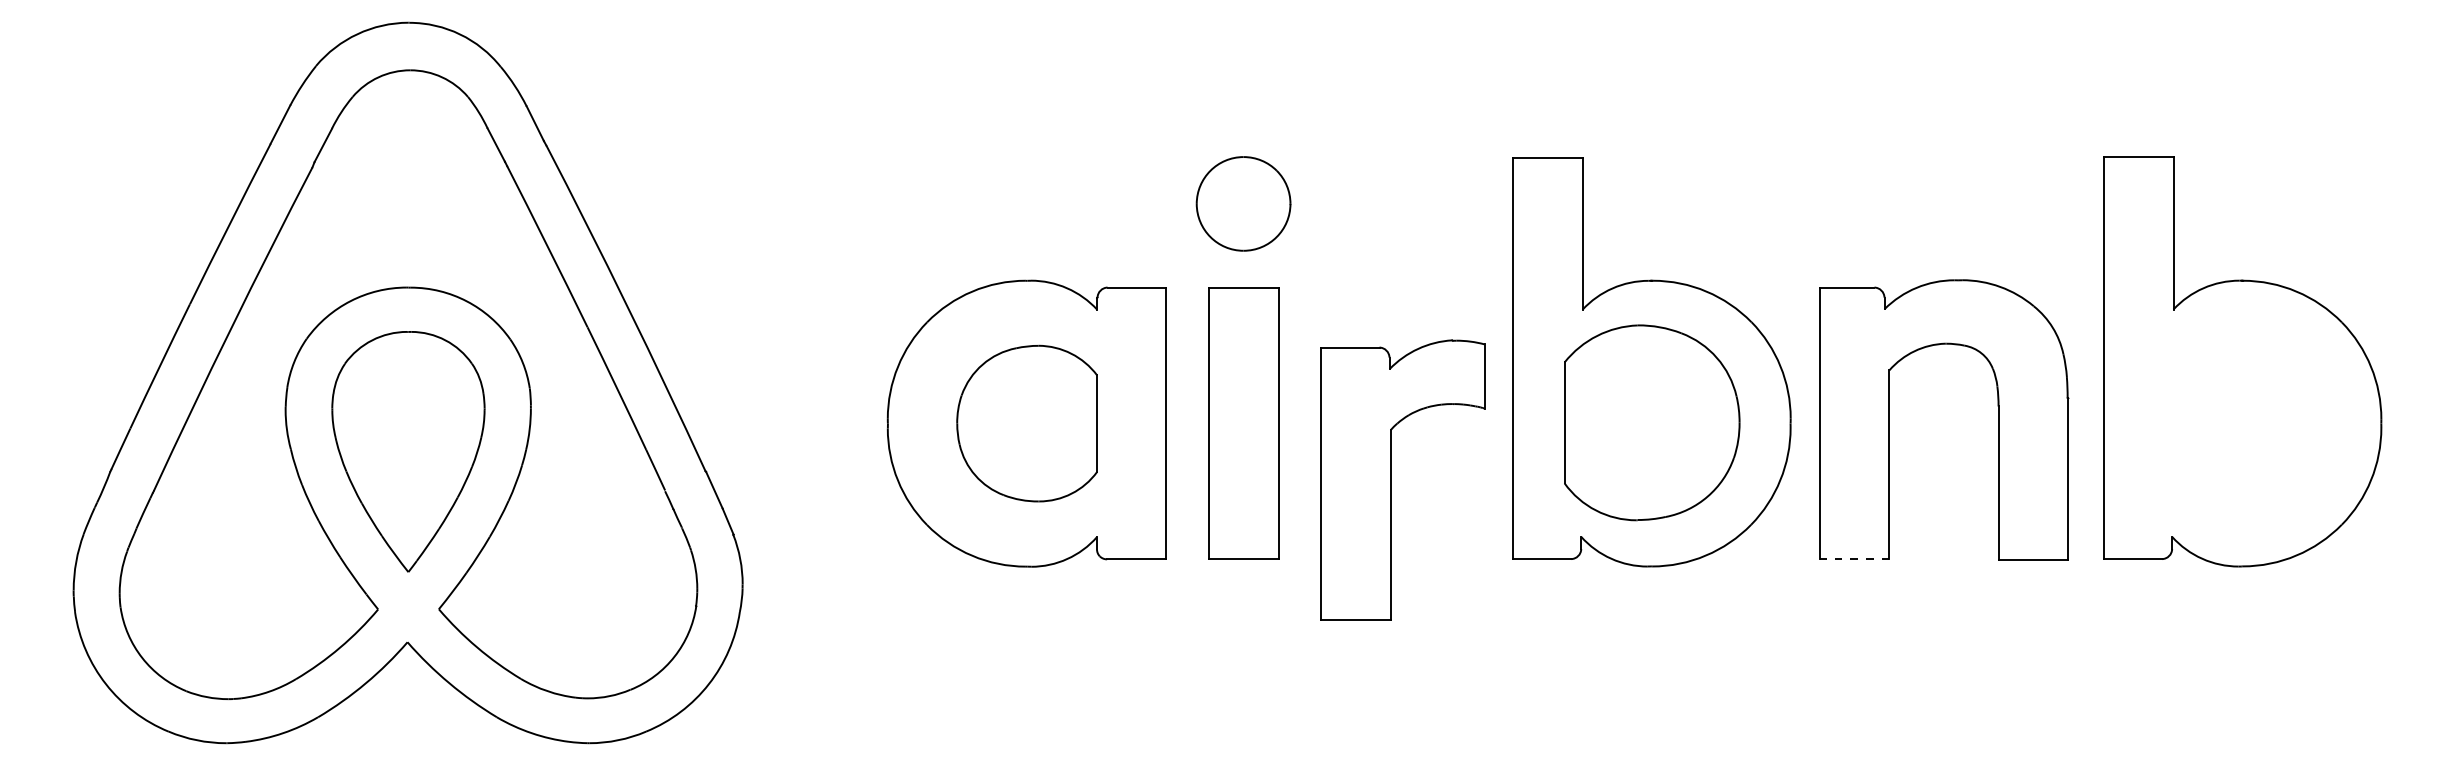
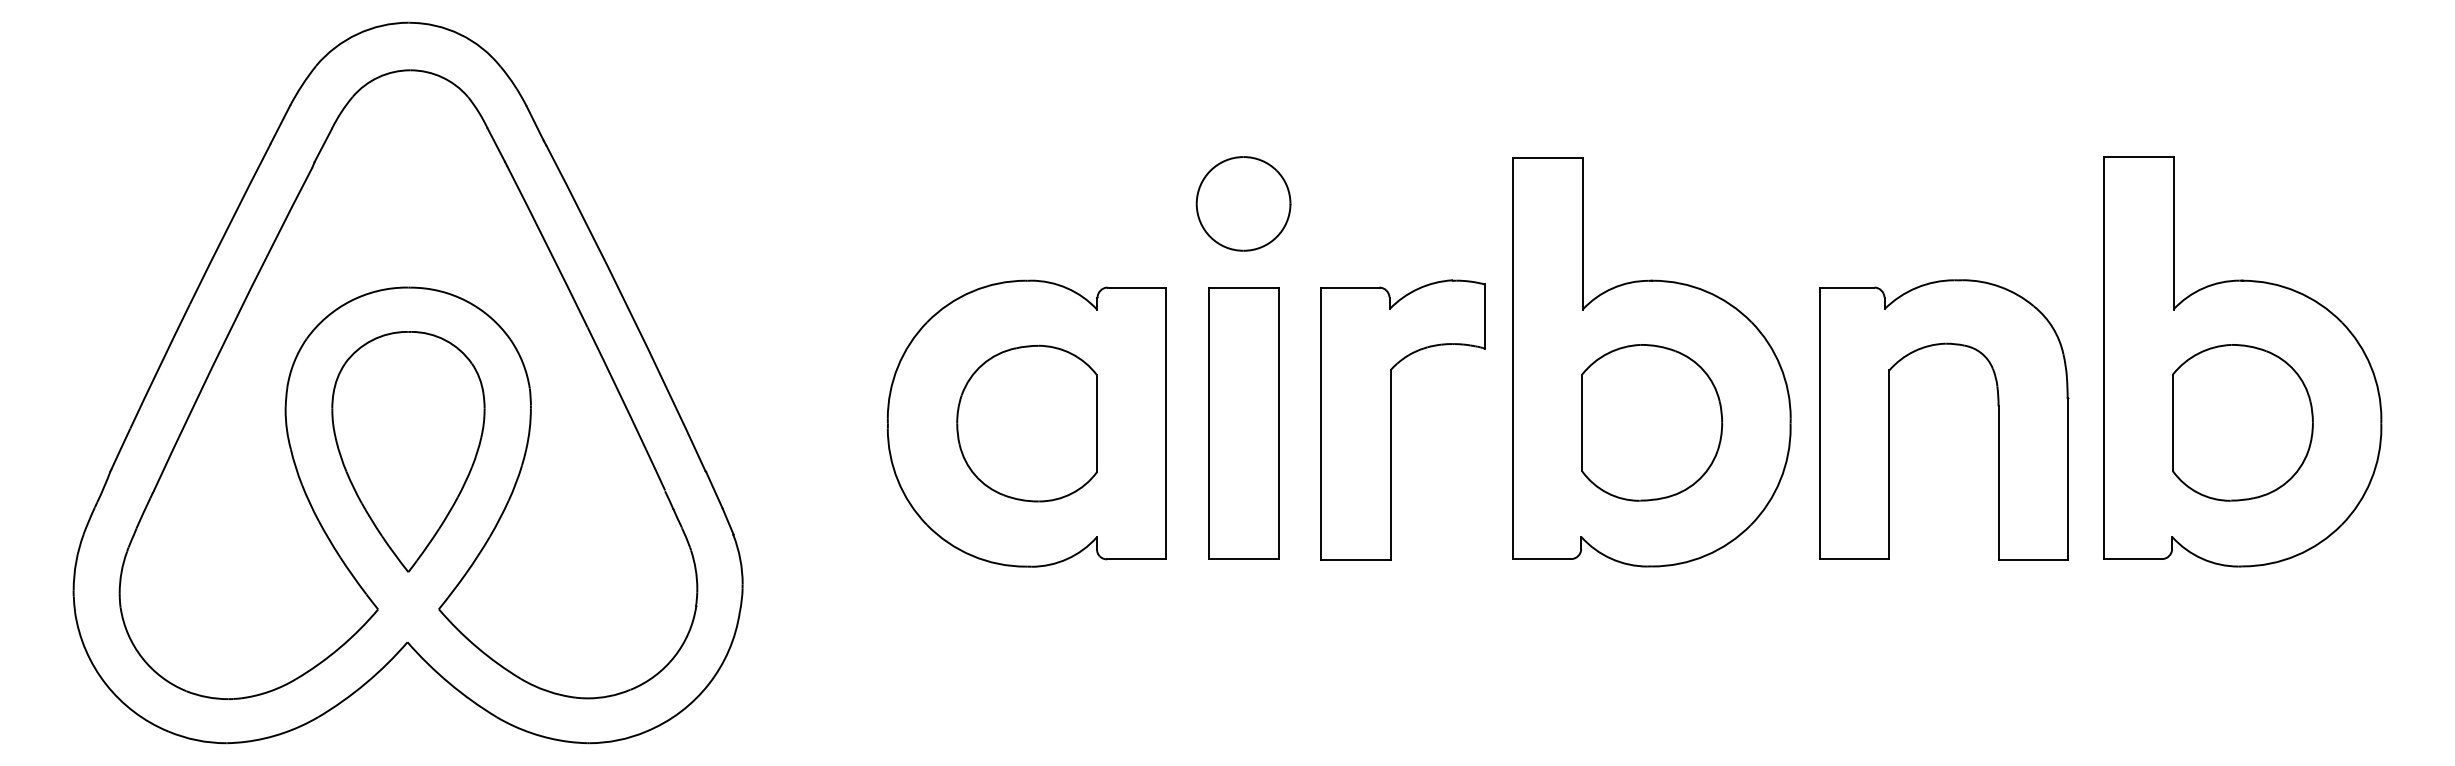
part at (1652, 422) size: 177x198 px -> 143x158 px
part at (2242, 422): none -> present
part at (1391, 479) position: (1391, 479) -> (1391, 419)
line at (1854, 559): dashed -> solid
